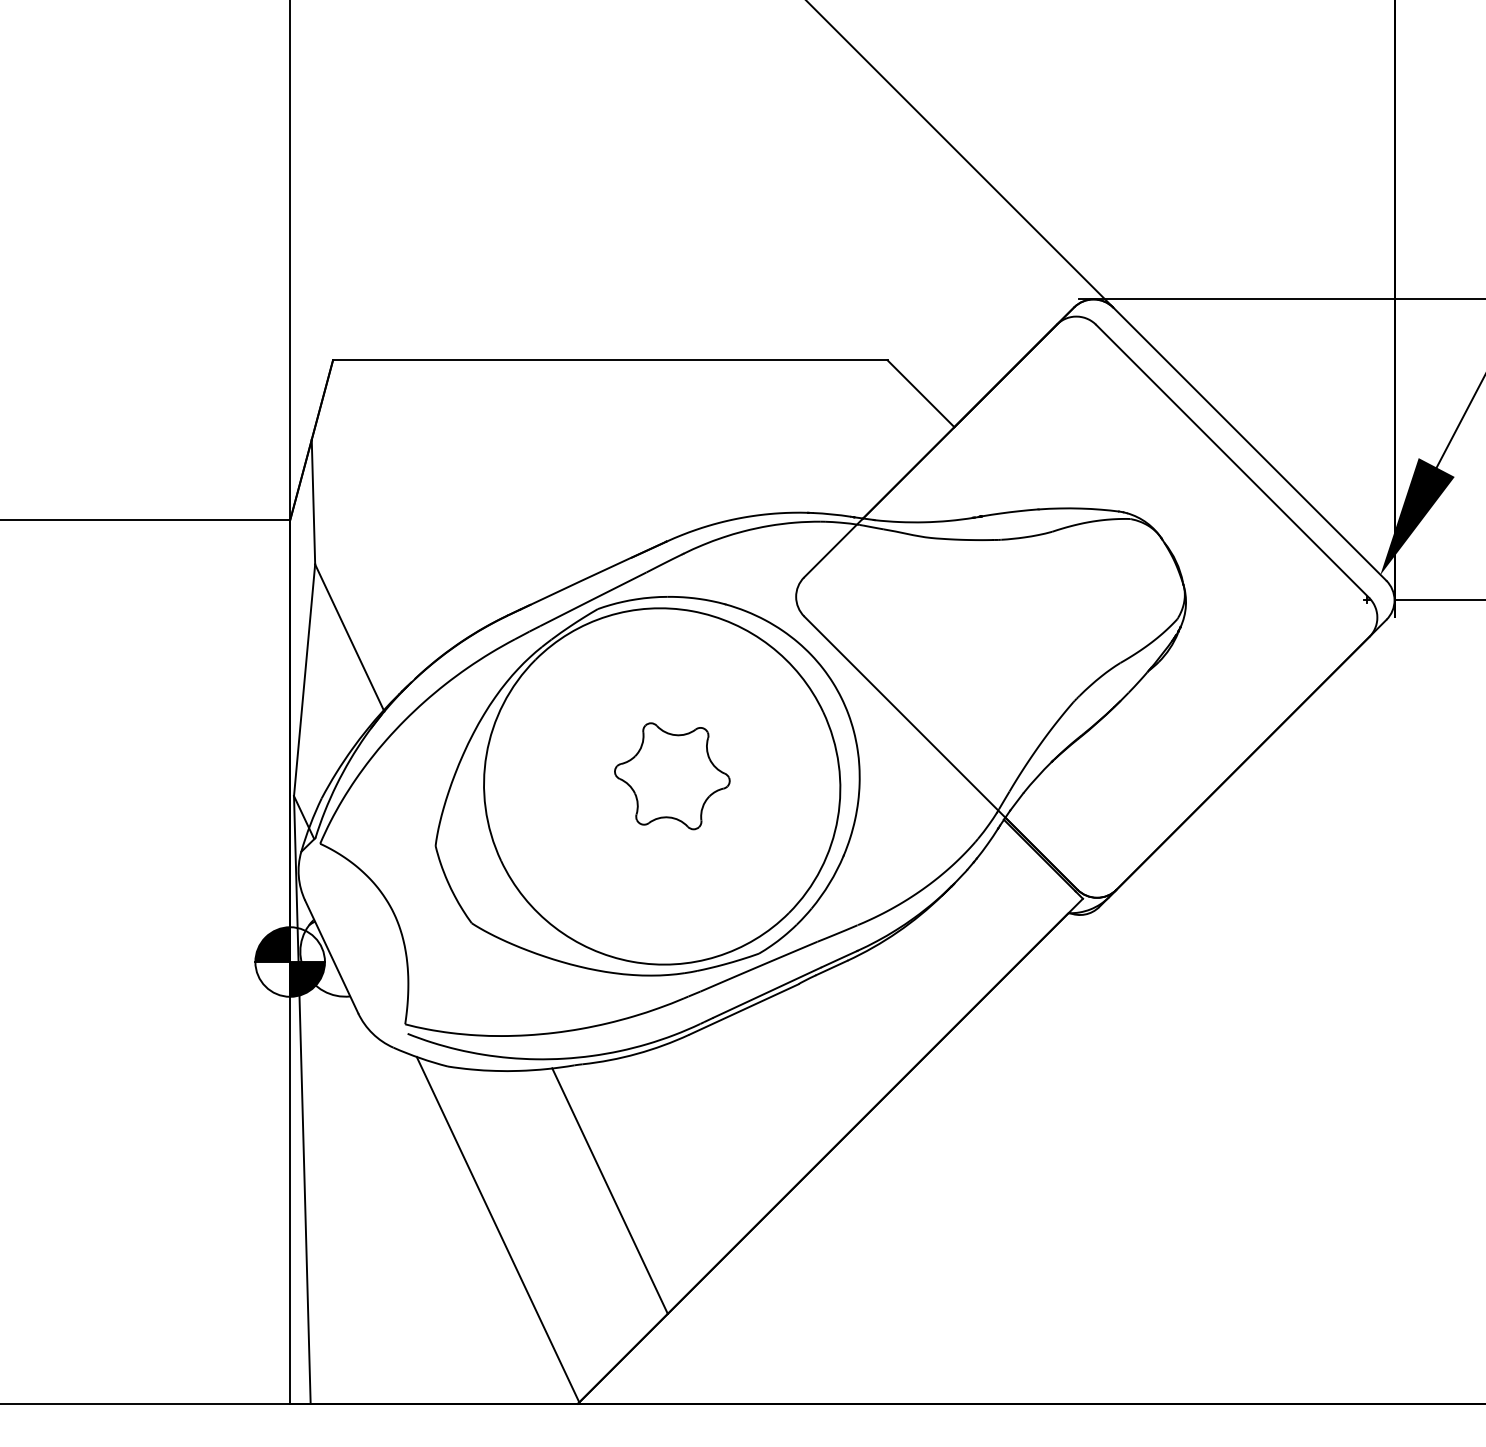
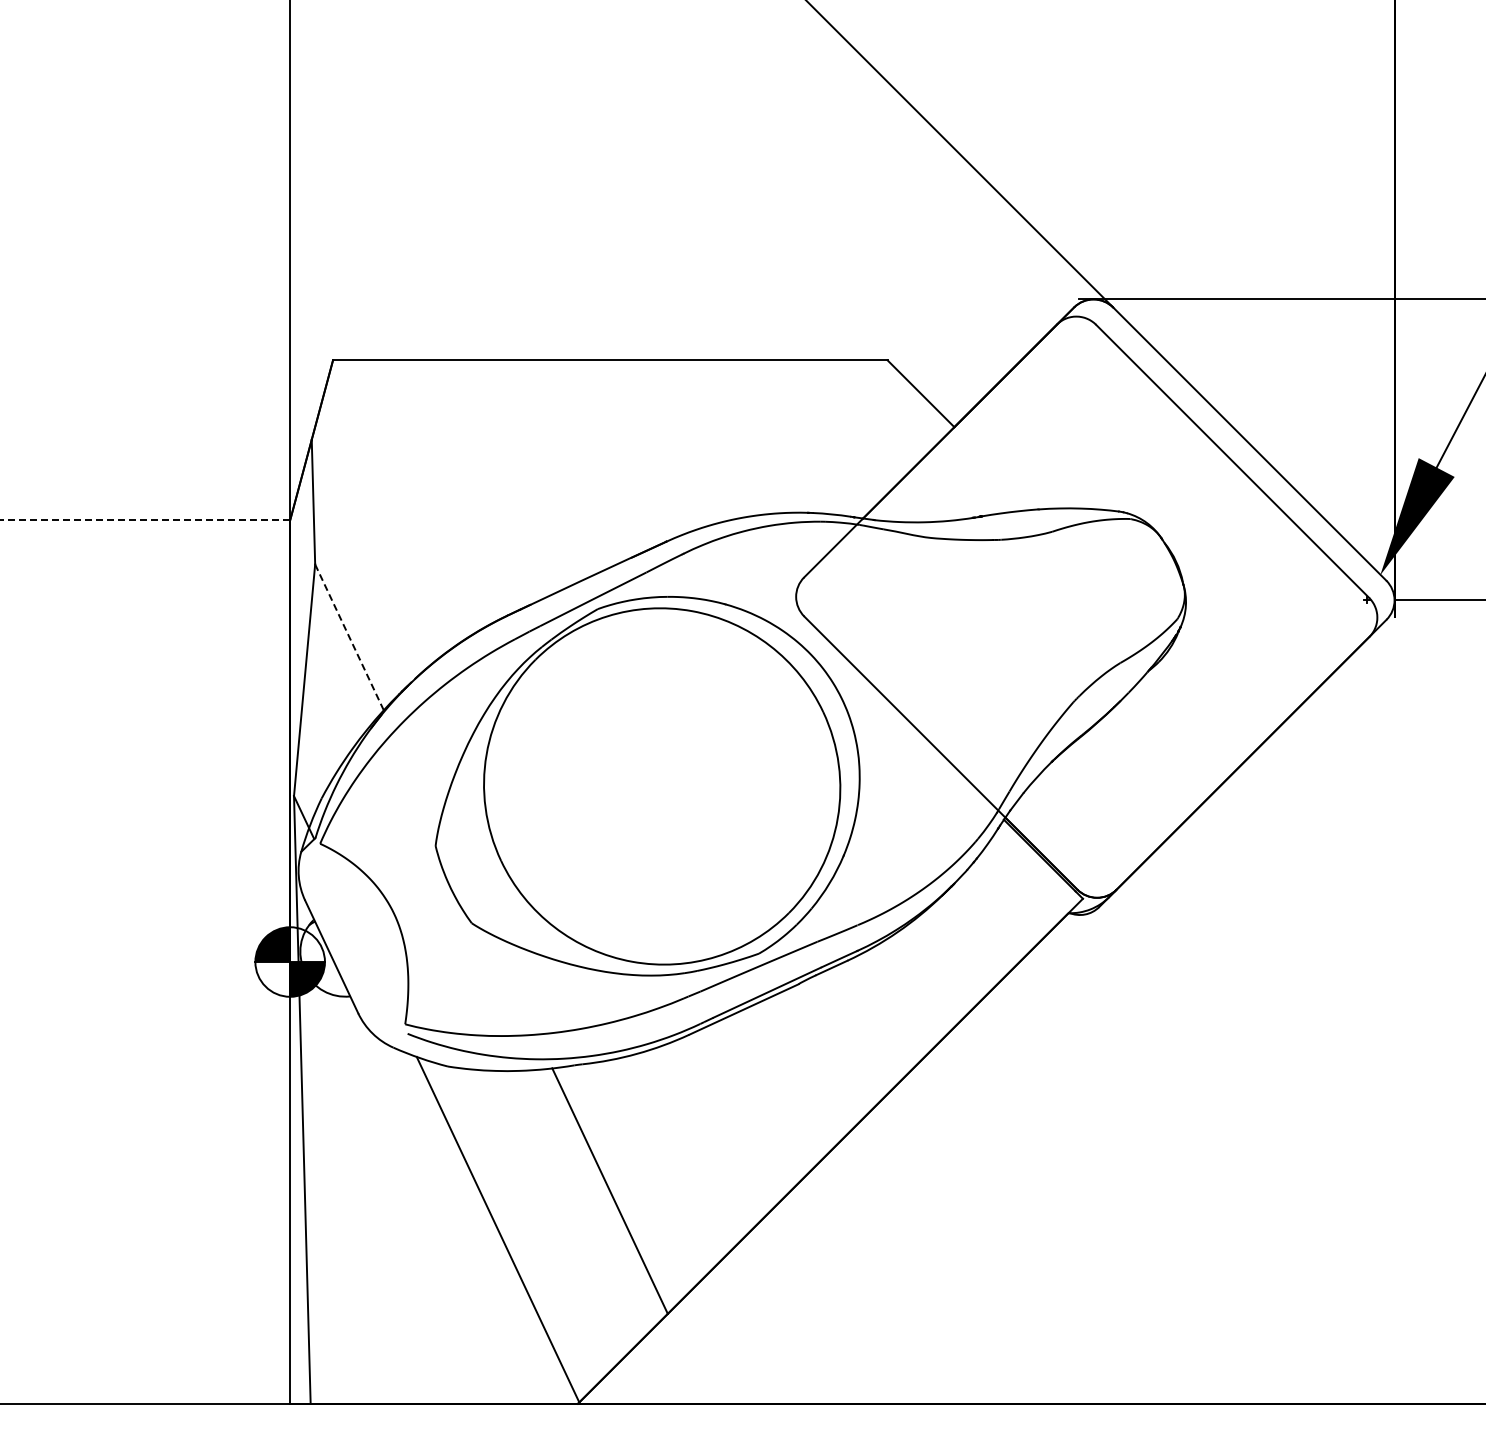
line at (145, 520): solid -> dashed
line at (349, 638): solid -> dashed
part at (672, 776): present -> none
